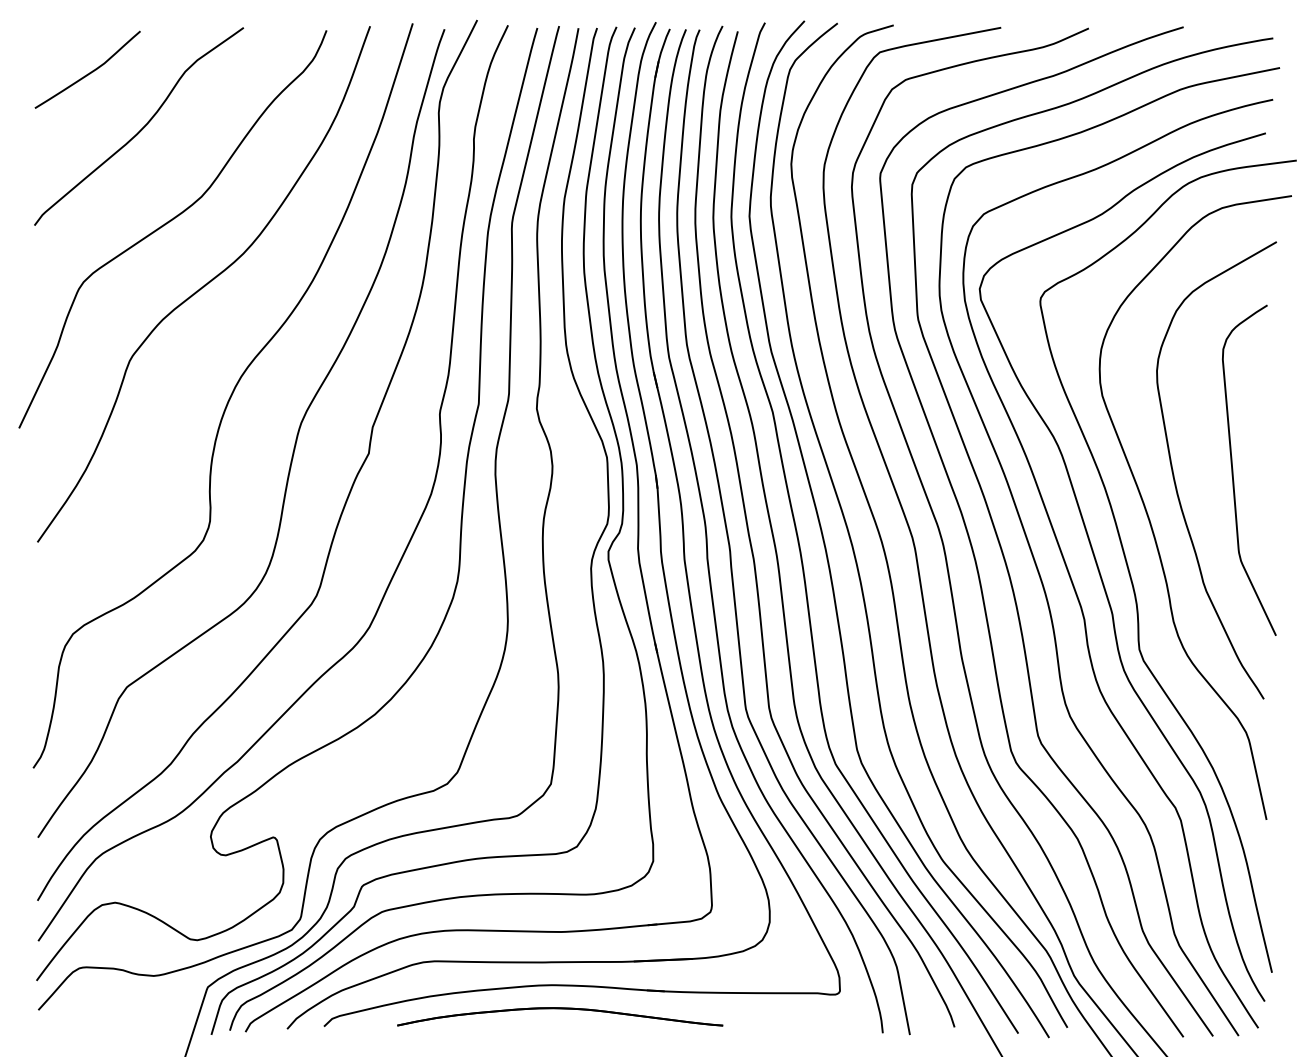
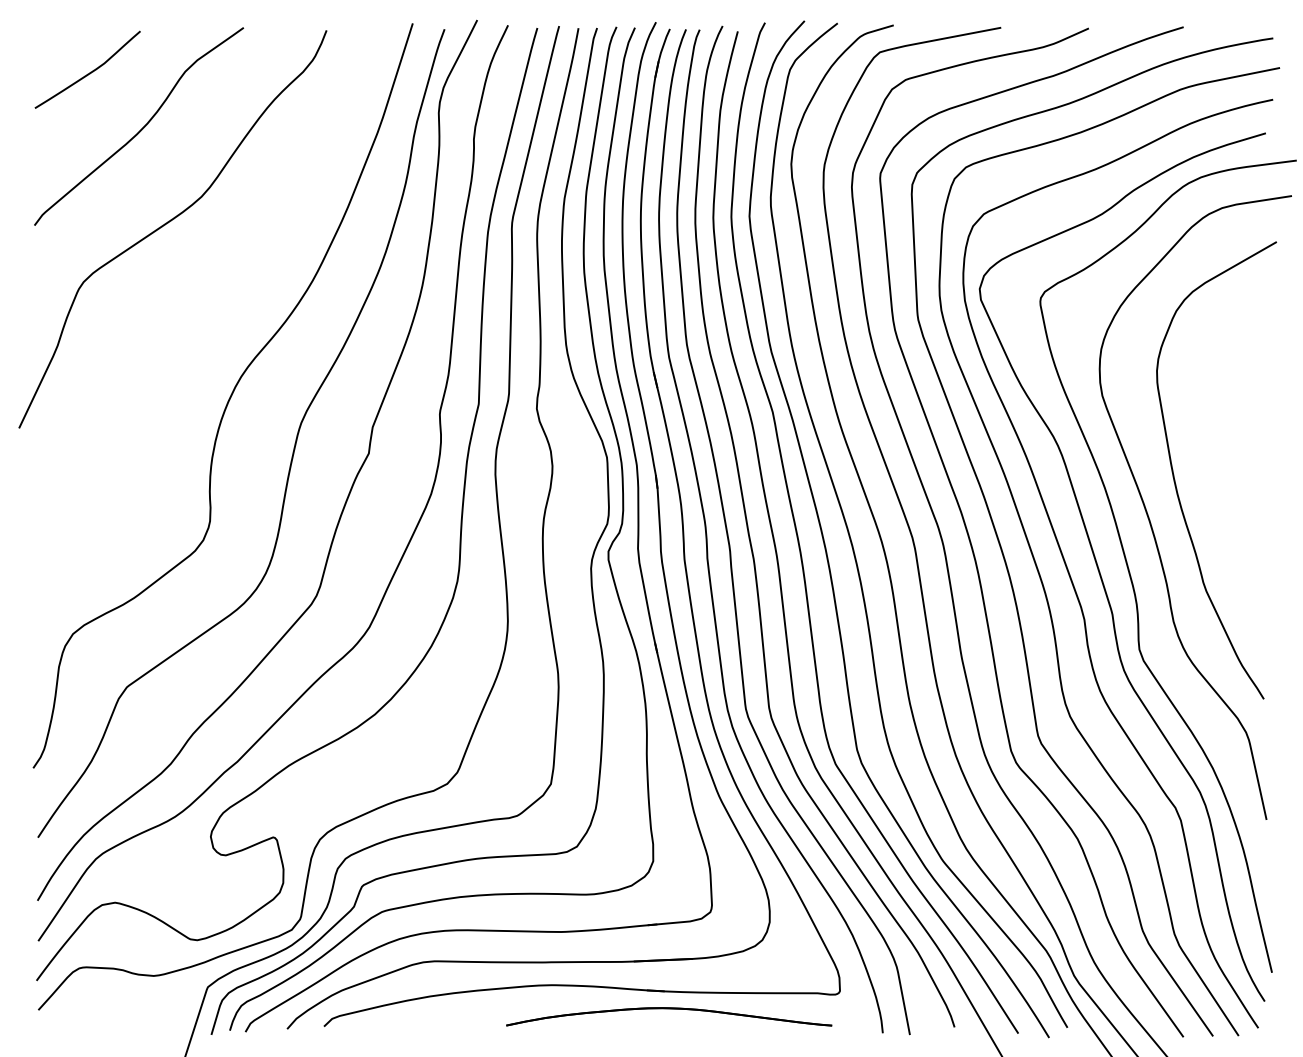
curve at (204, 284): present -> none
curve at (1233, 469): present -> none
part at (560, 1009) position: (560, 1009) -> (669, 1009)
